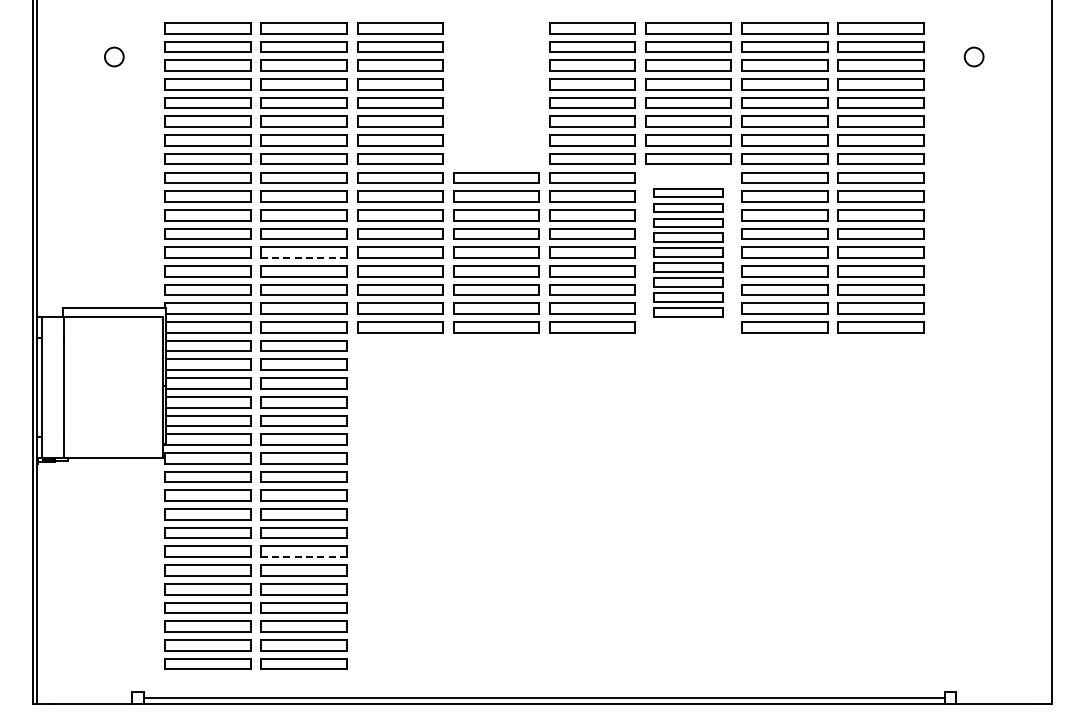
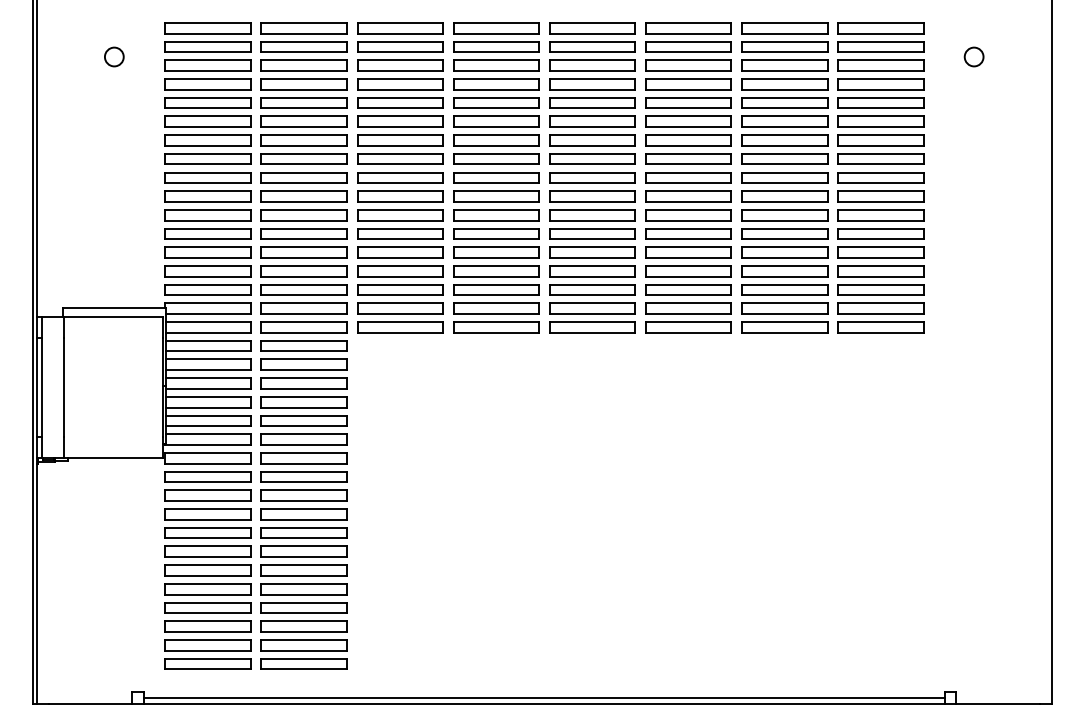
part at (496, 93): none -> present
part at (688, 252) size: 71x130 px -> 87x162 px
line at (304, 258): dashed -> solid
line at (304, 557): dashed -> solid
